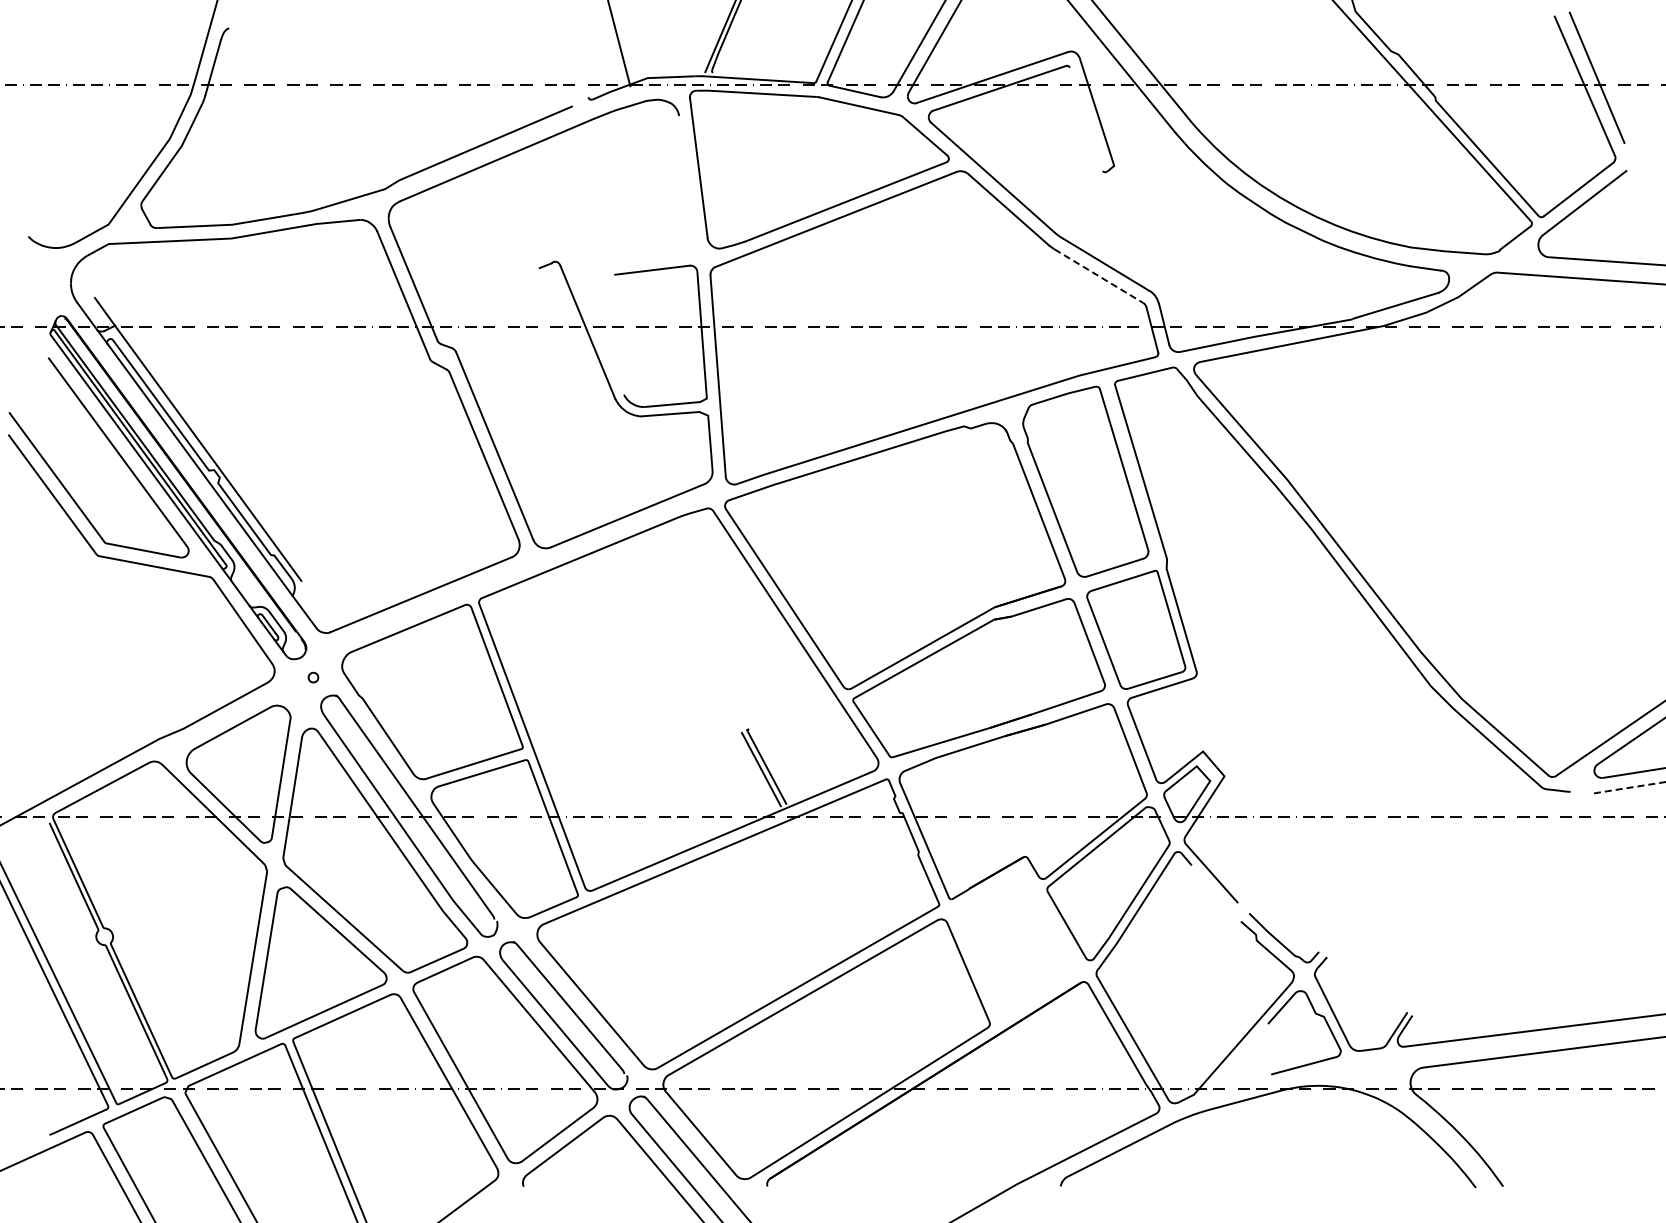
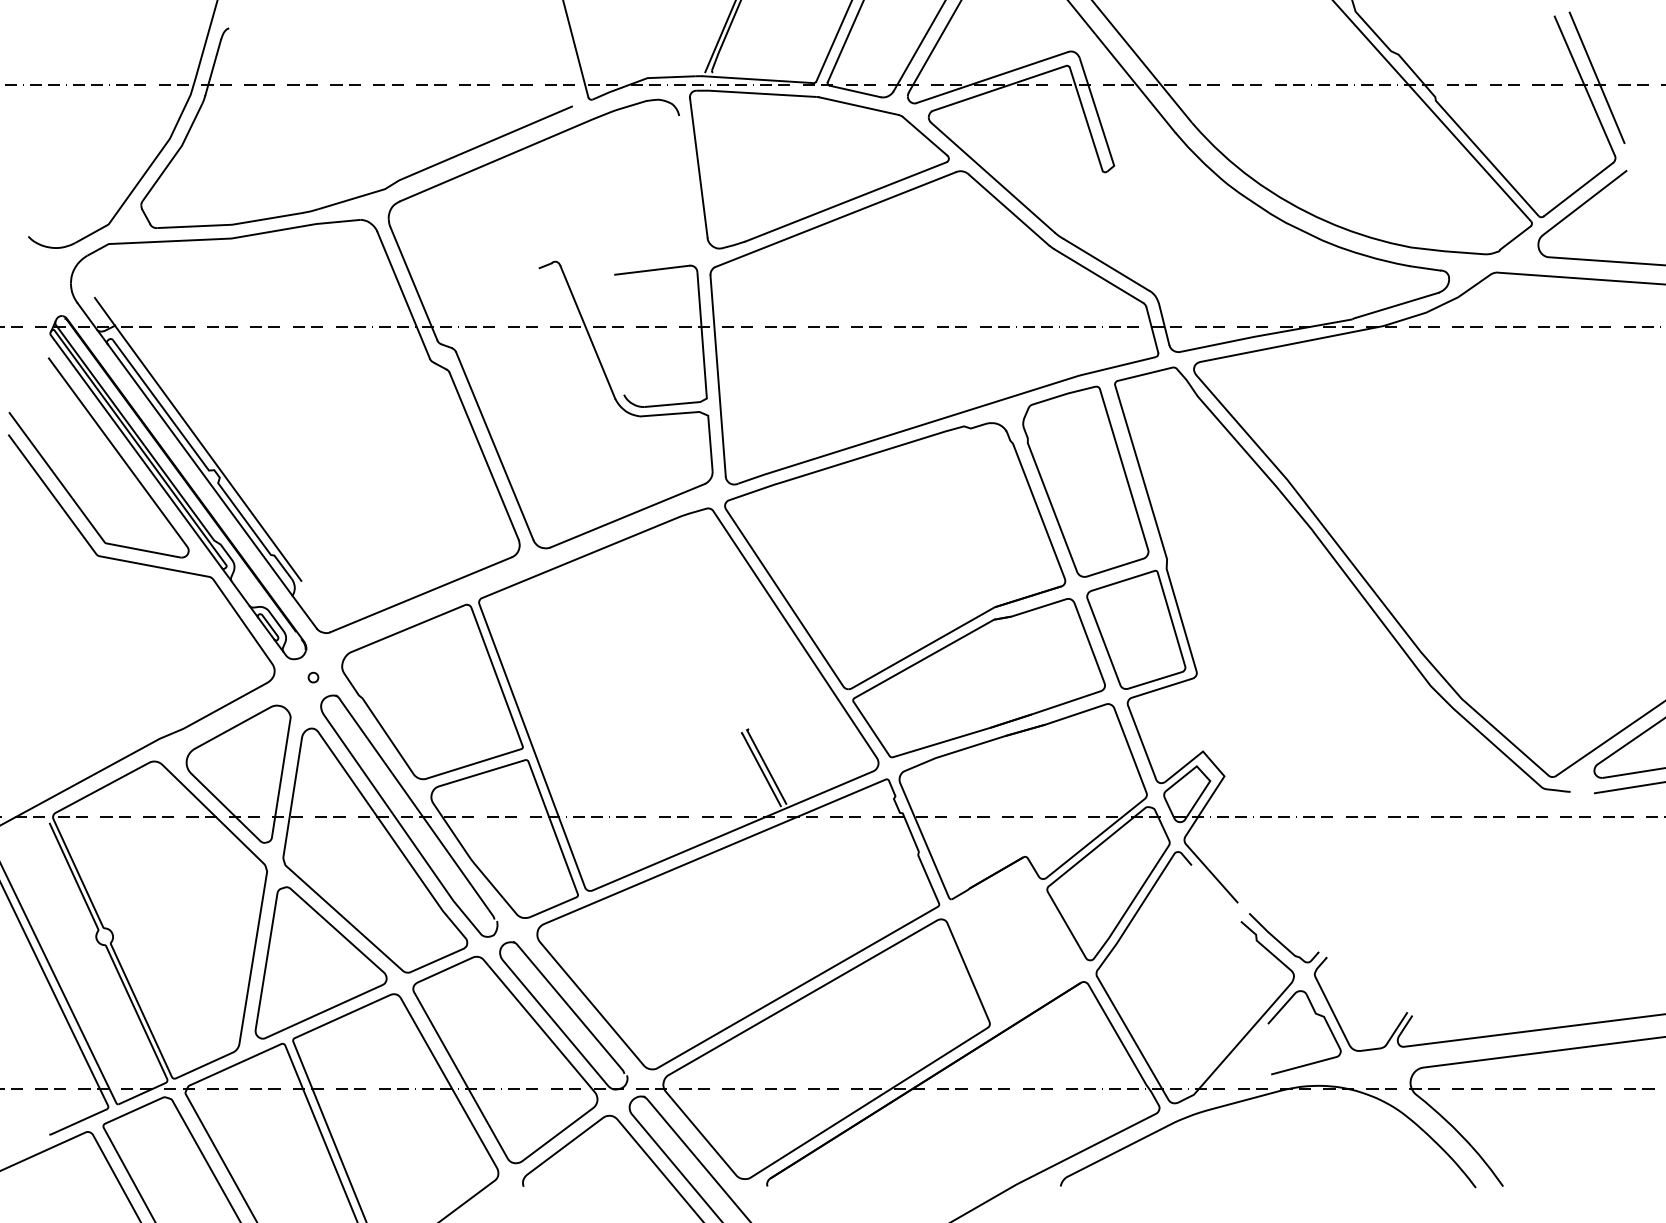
line at (619, 44) position: (619, 44) -> (575, 49)
line at (1085, 119): none -> present
line at (1098, 276): dashed -> solid
line at (1629, 787): dashed -> solid
